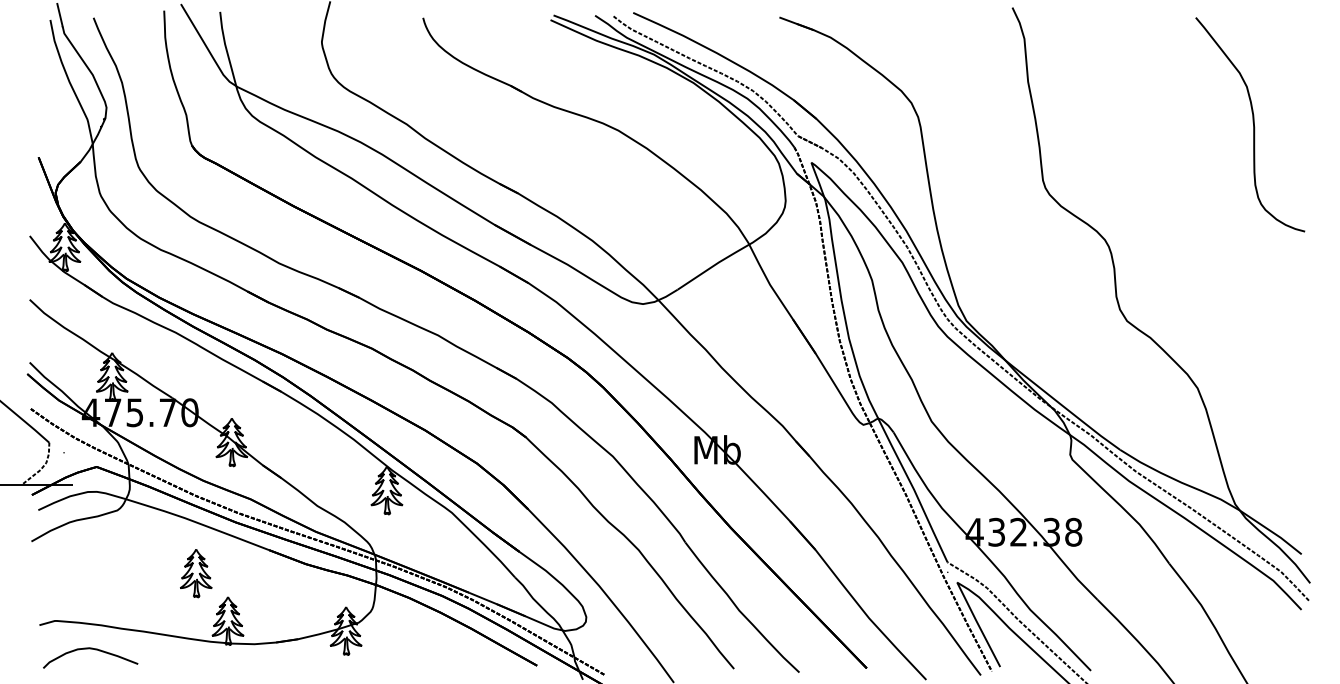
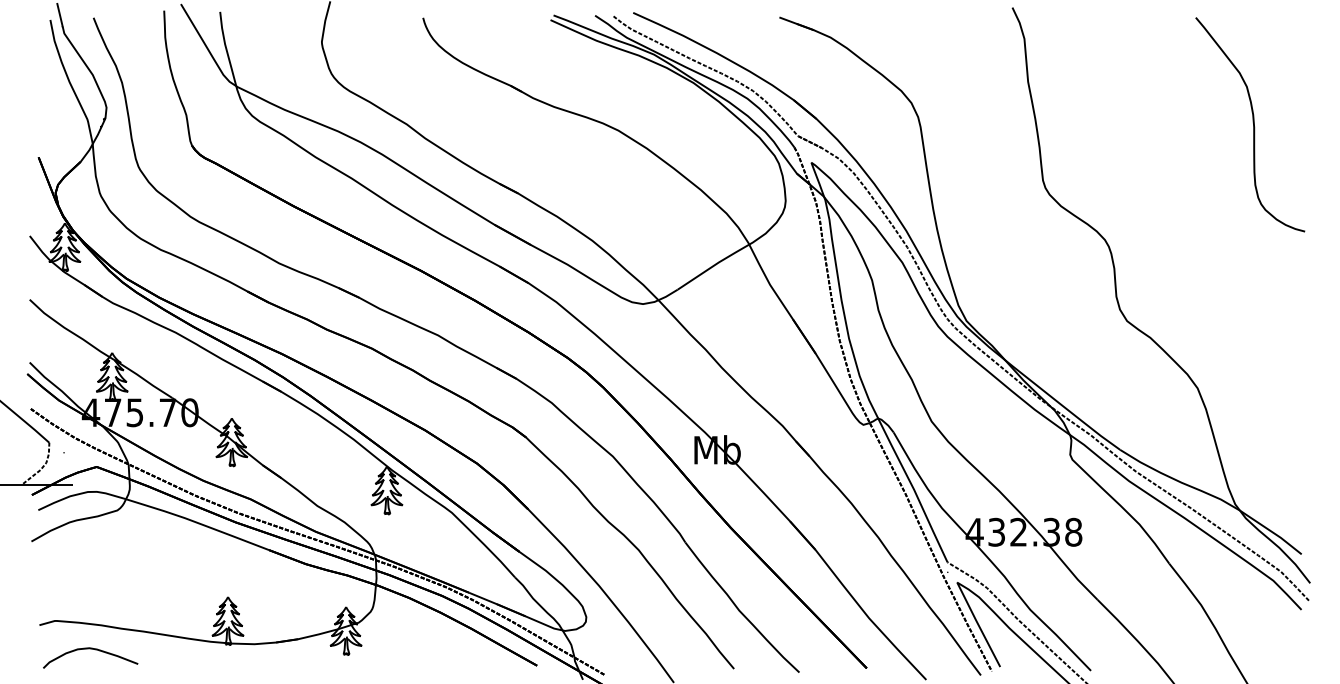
part at (196, 573): present -> none
